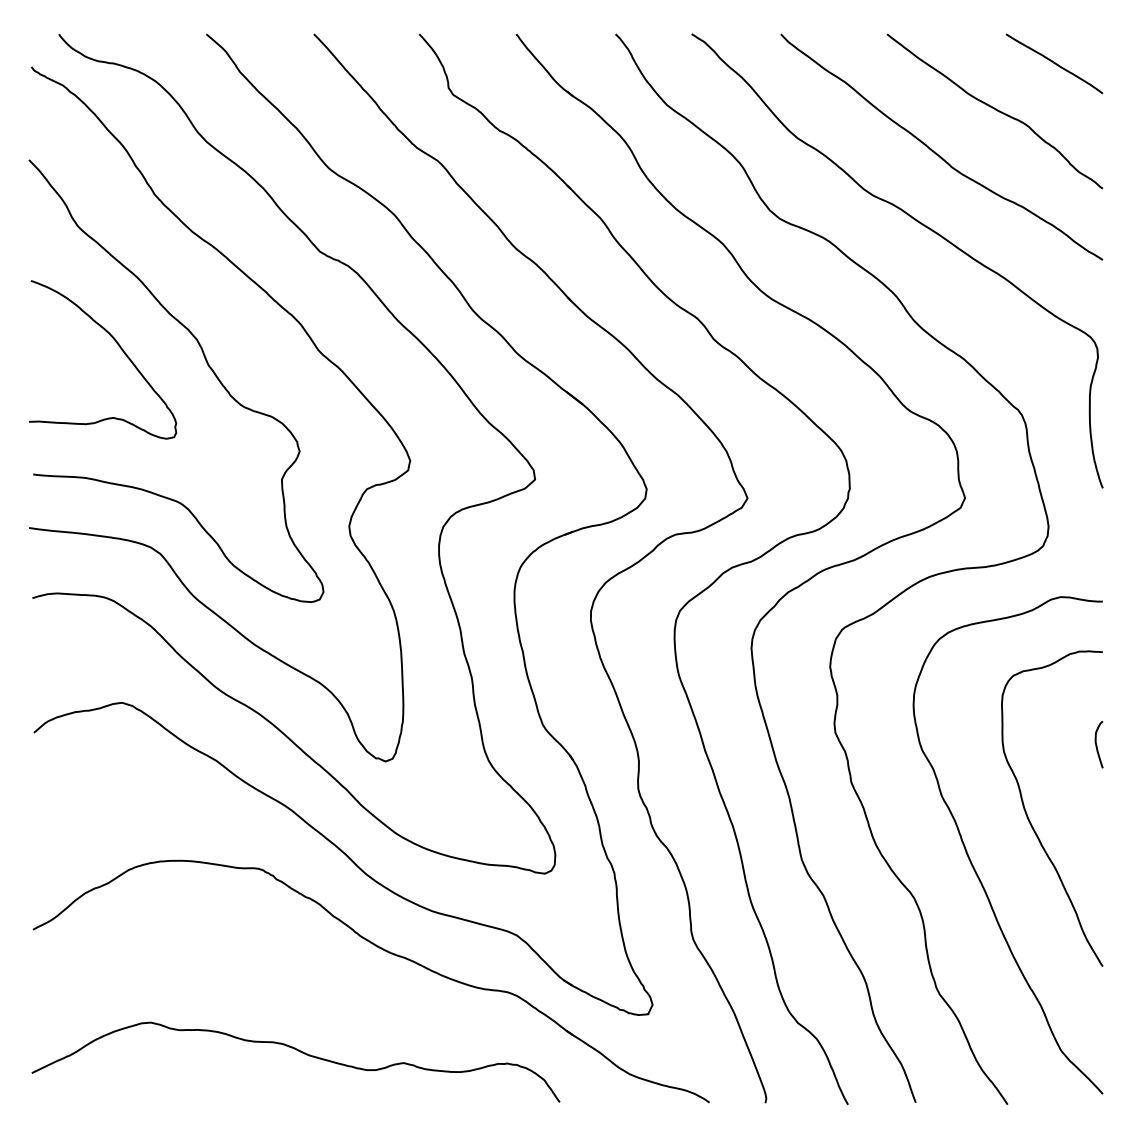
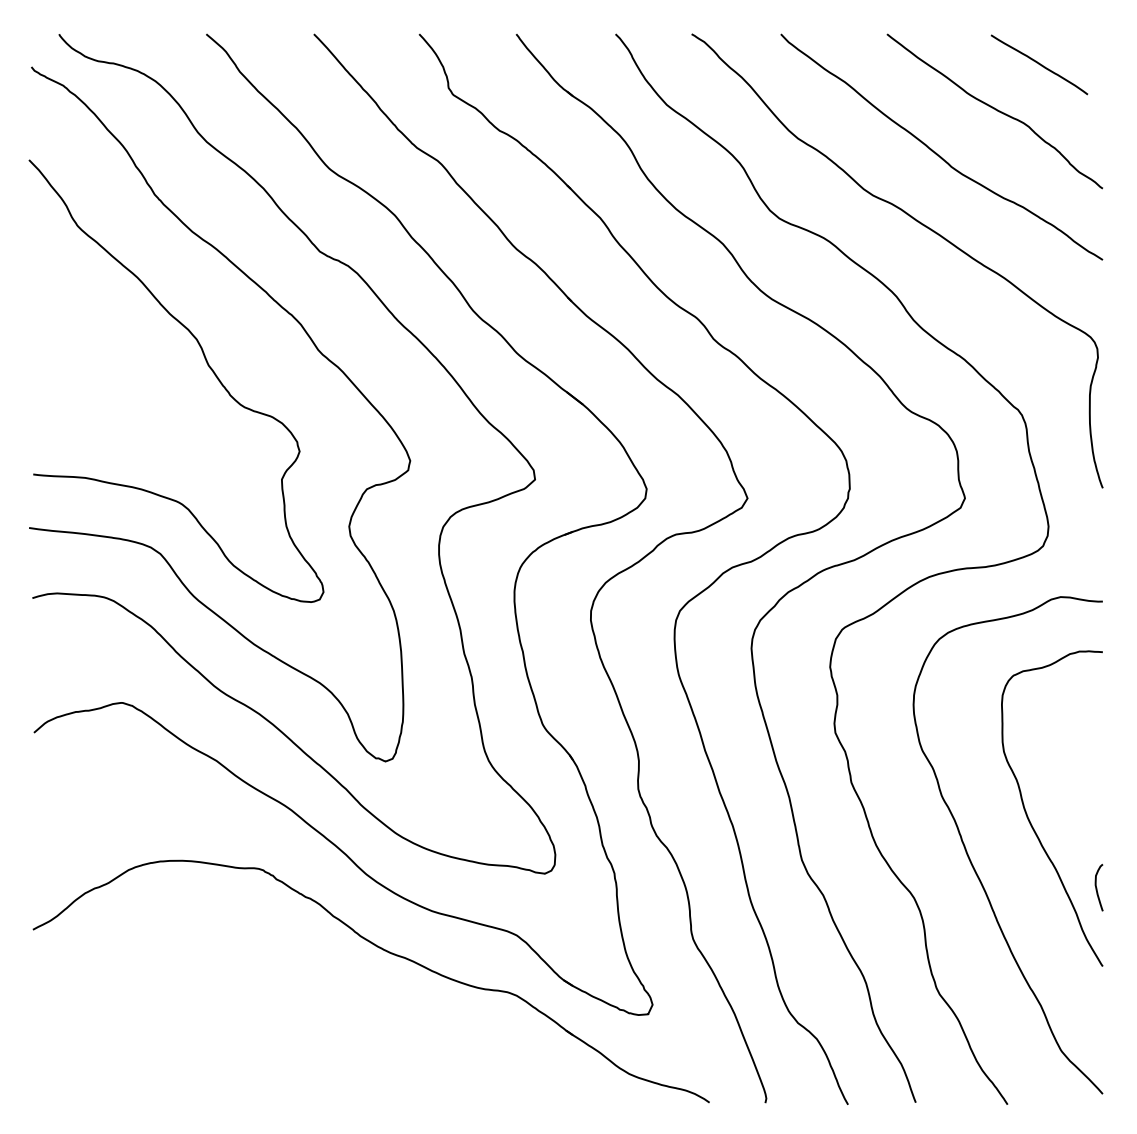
curve at (1054, 63) position: (1054, 63) -> (1039, 64)
curve at (118, 346): present -> none
curve at (1097, 744) position: (1097, 744) -> (1097, 887)
curve at (300, 1052): present -> none
